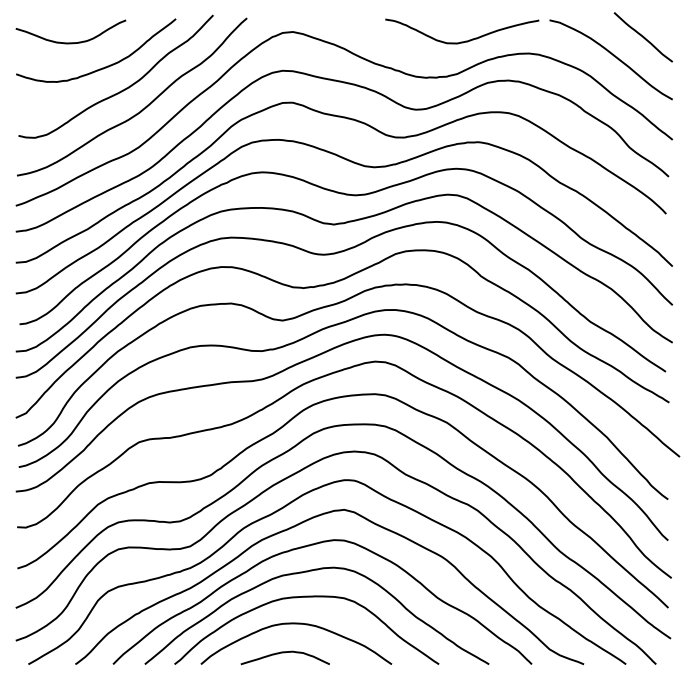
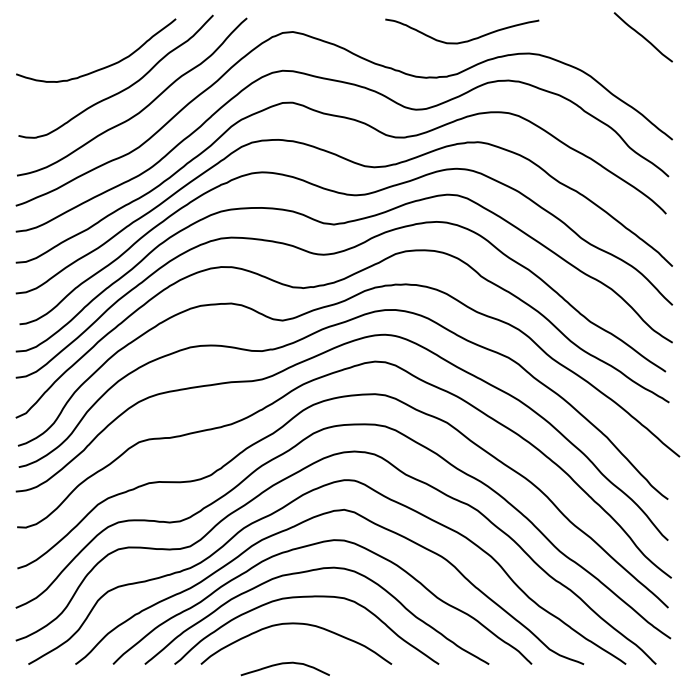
curve at (70, 42): present -> none
curve at (613, 56): present -> none
curve at (284, 653) position: (284, 653) -> (284, 664)
